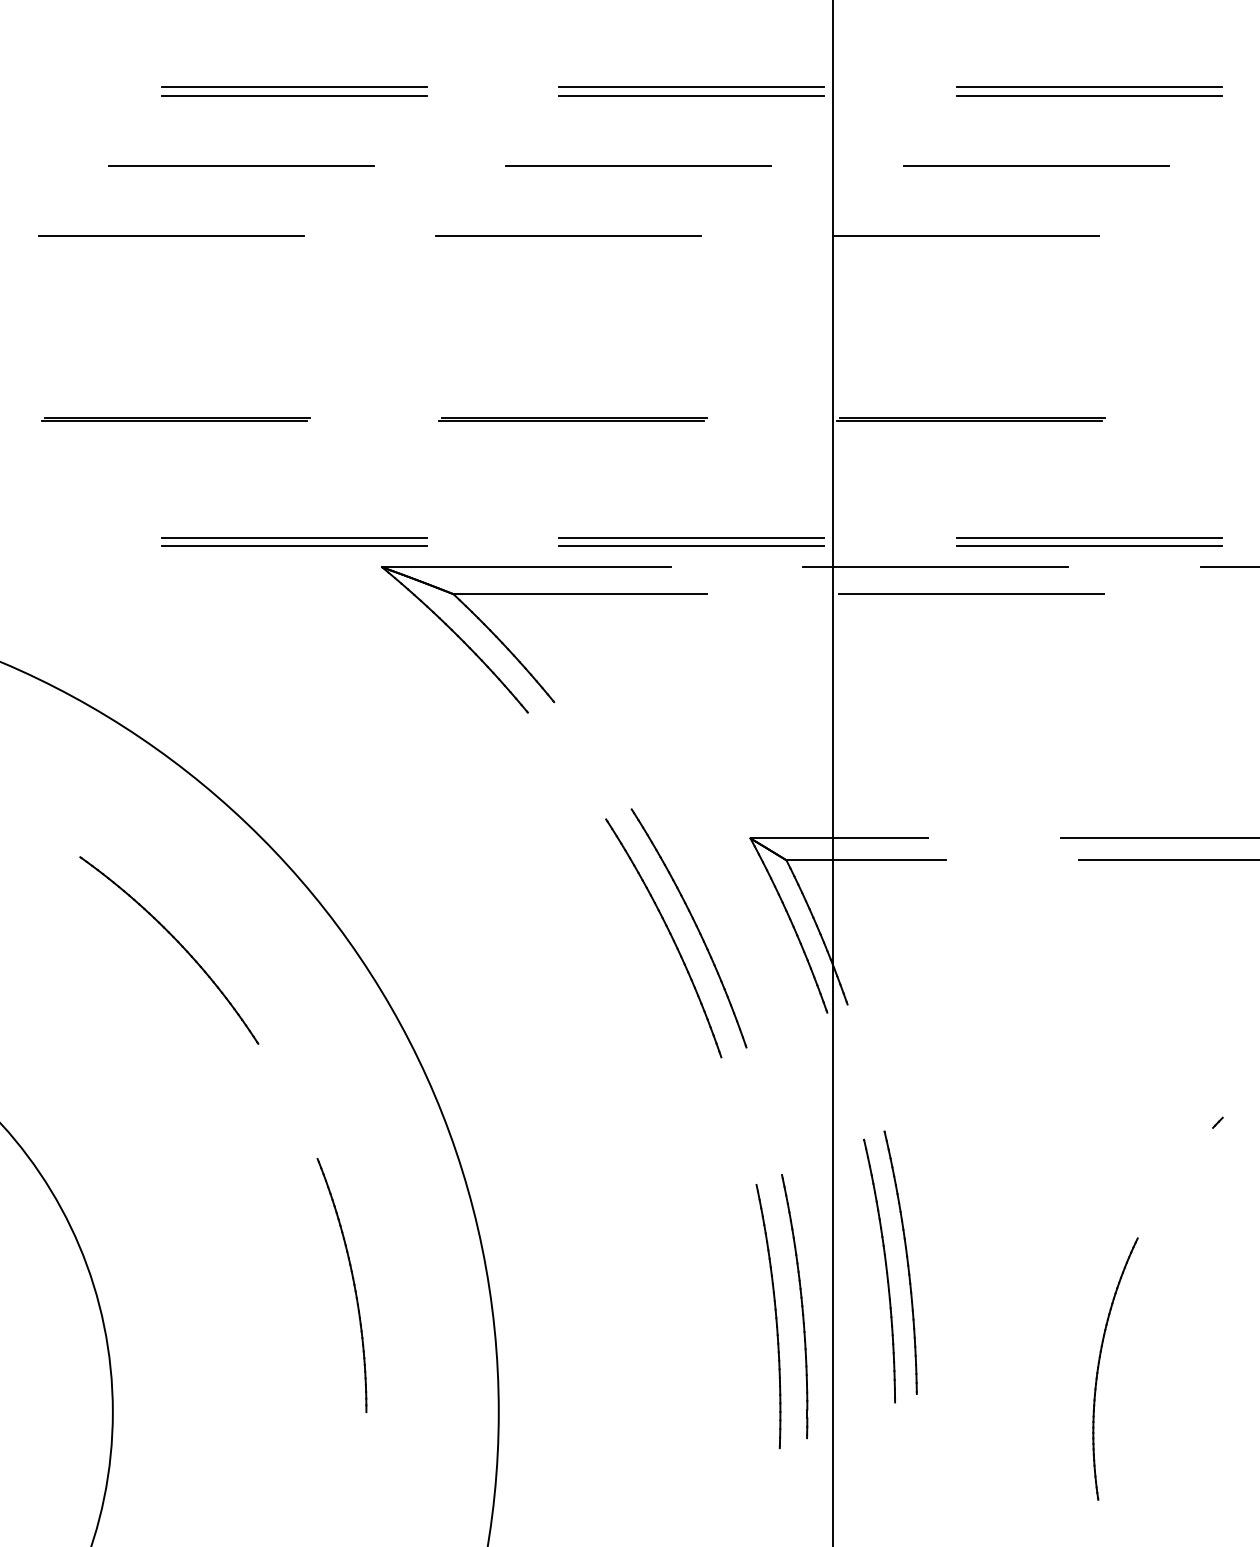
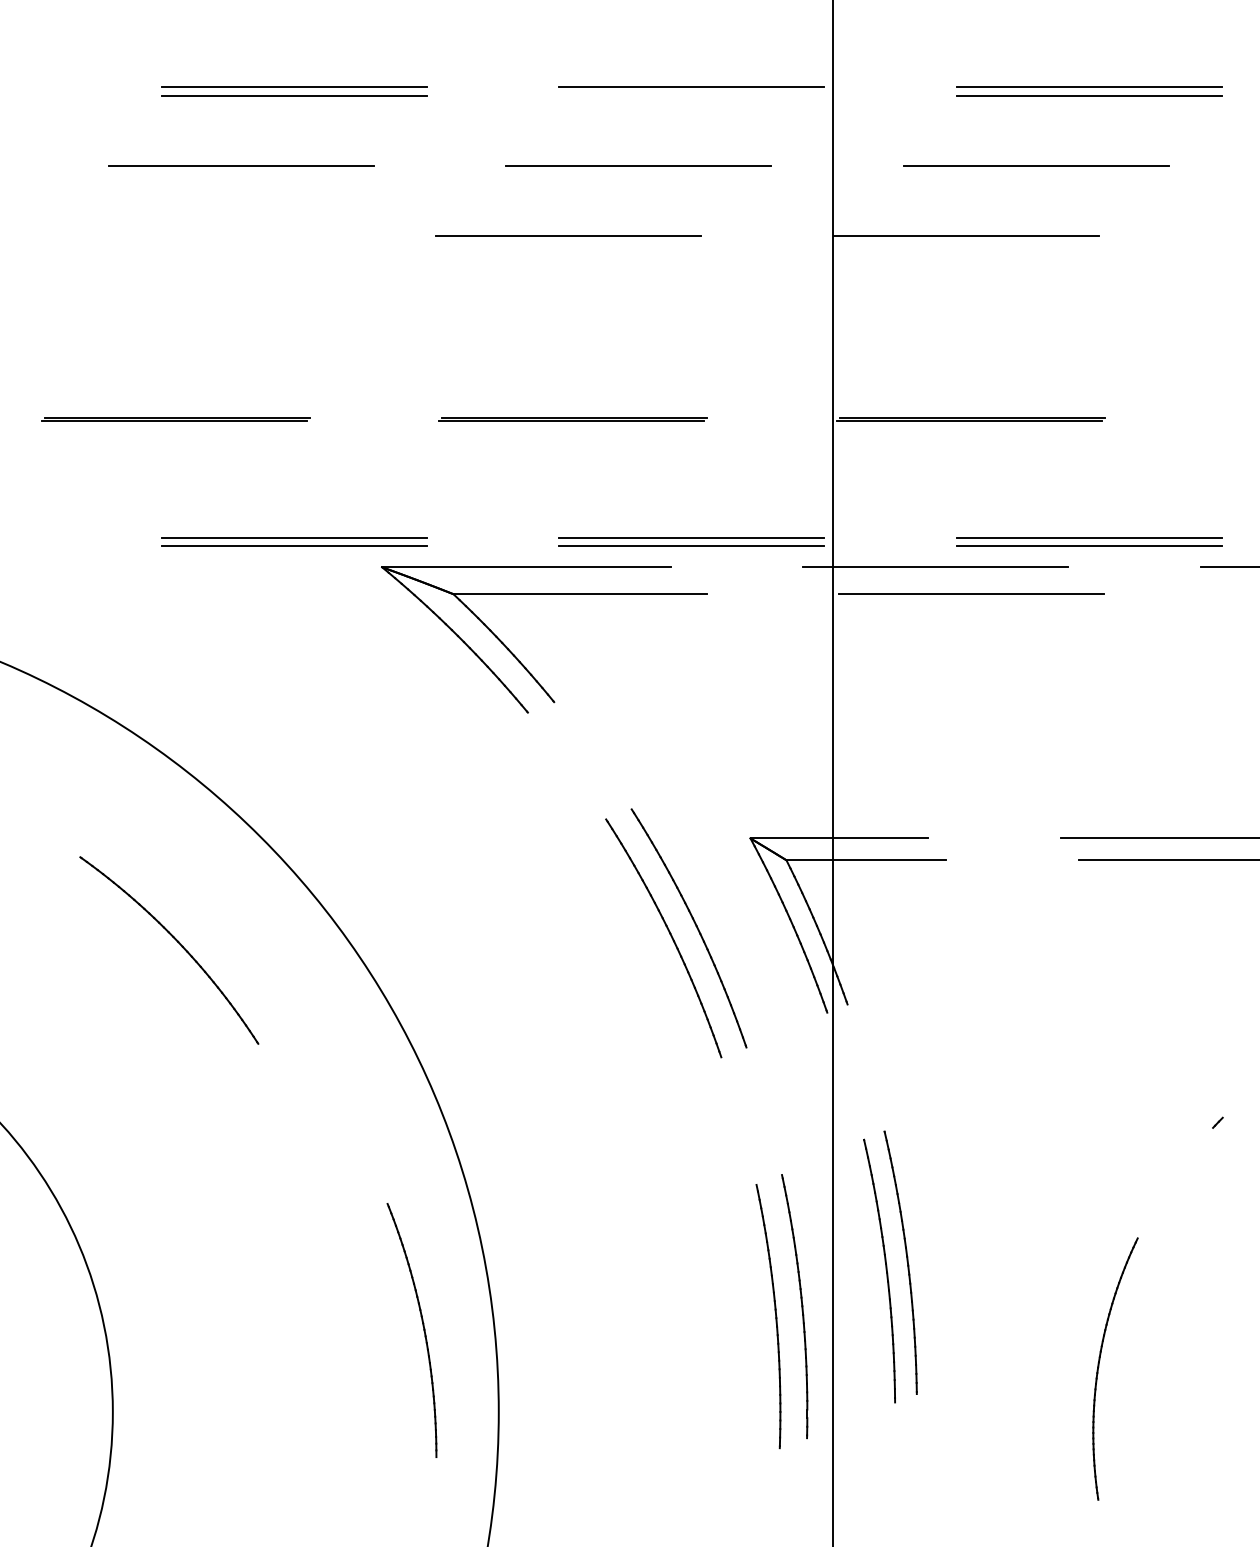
line at (691, 96): present -> none
line at (171, 236): present -> none
part at (352, 1281) position: (352, 1281) -> (422, 1326)
